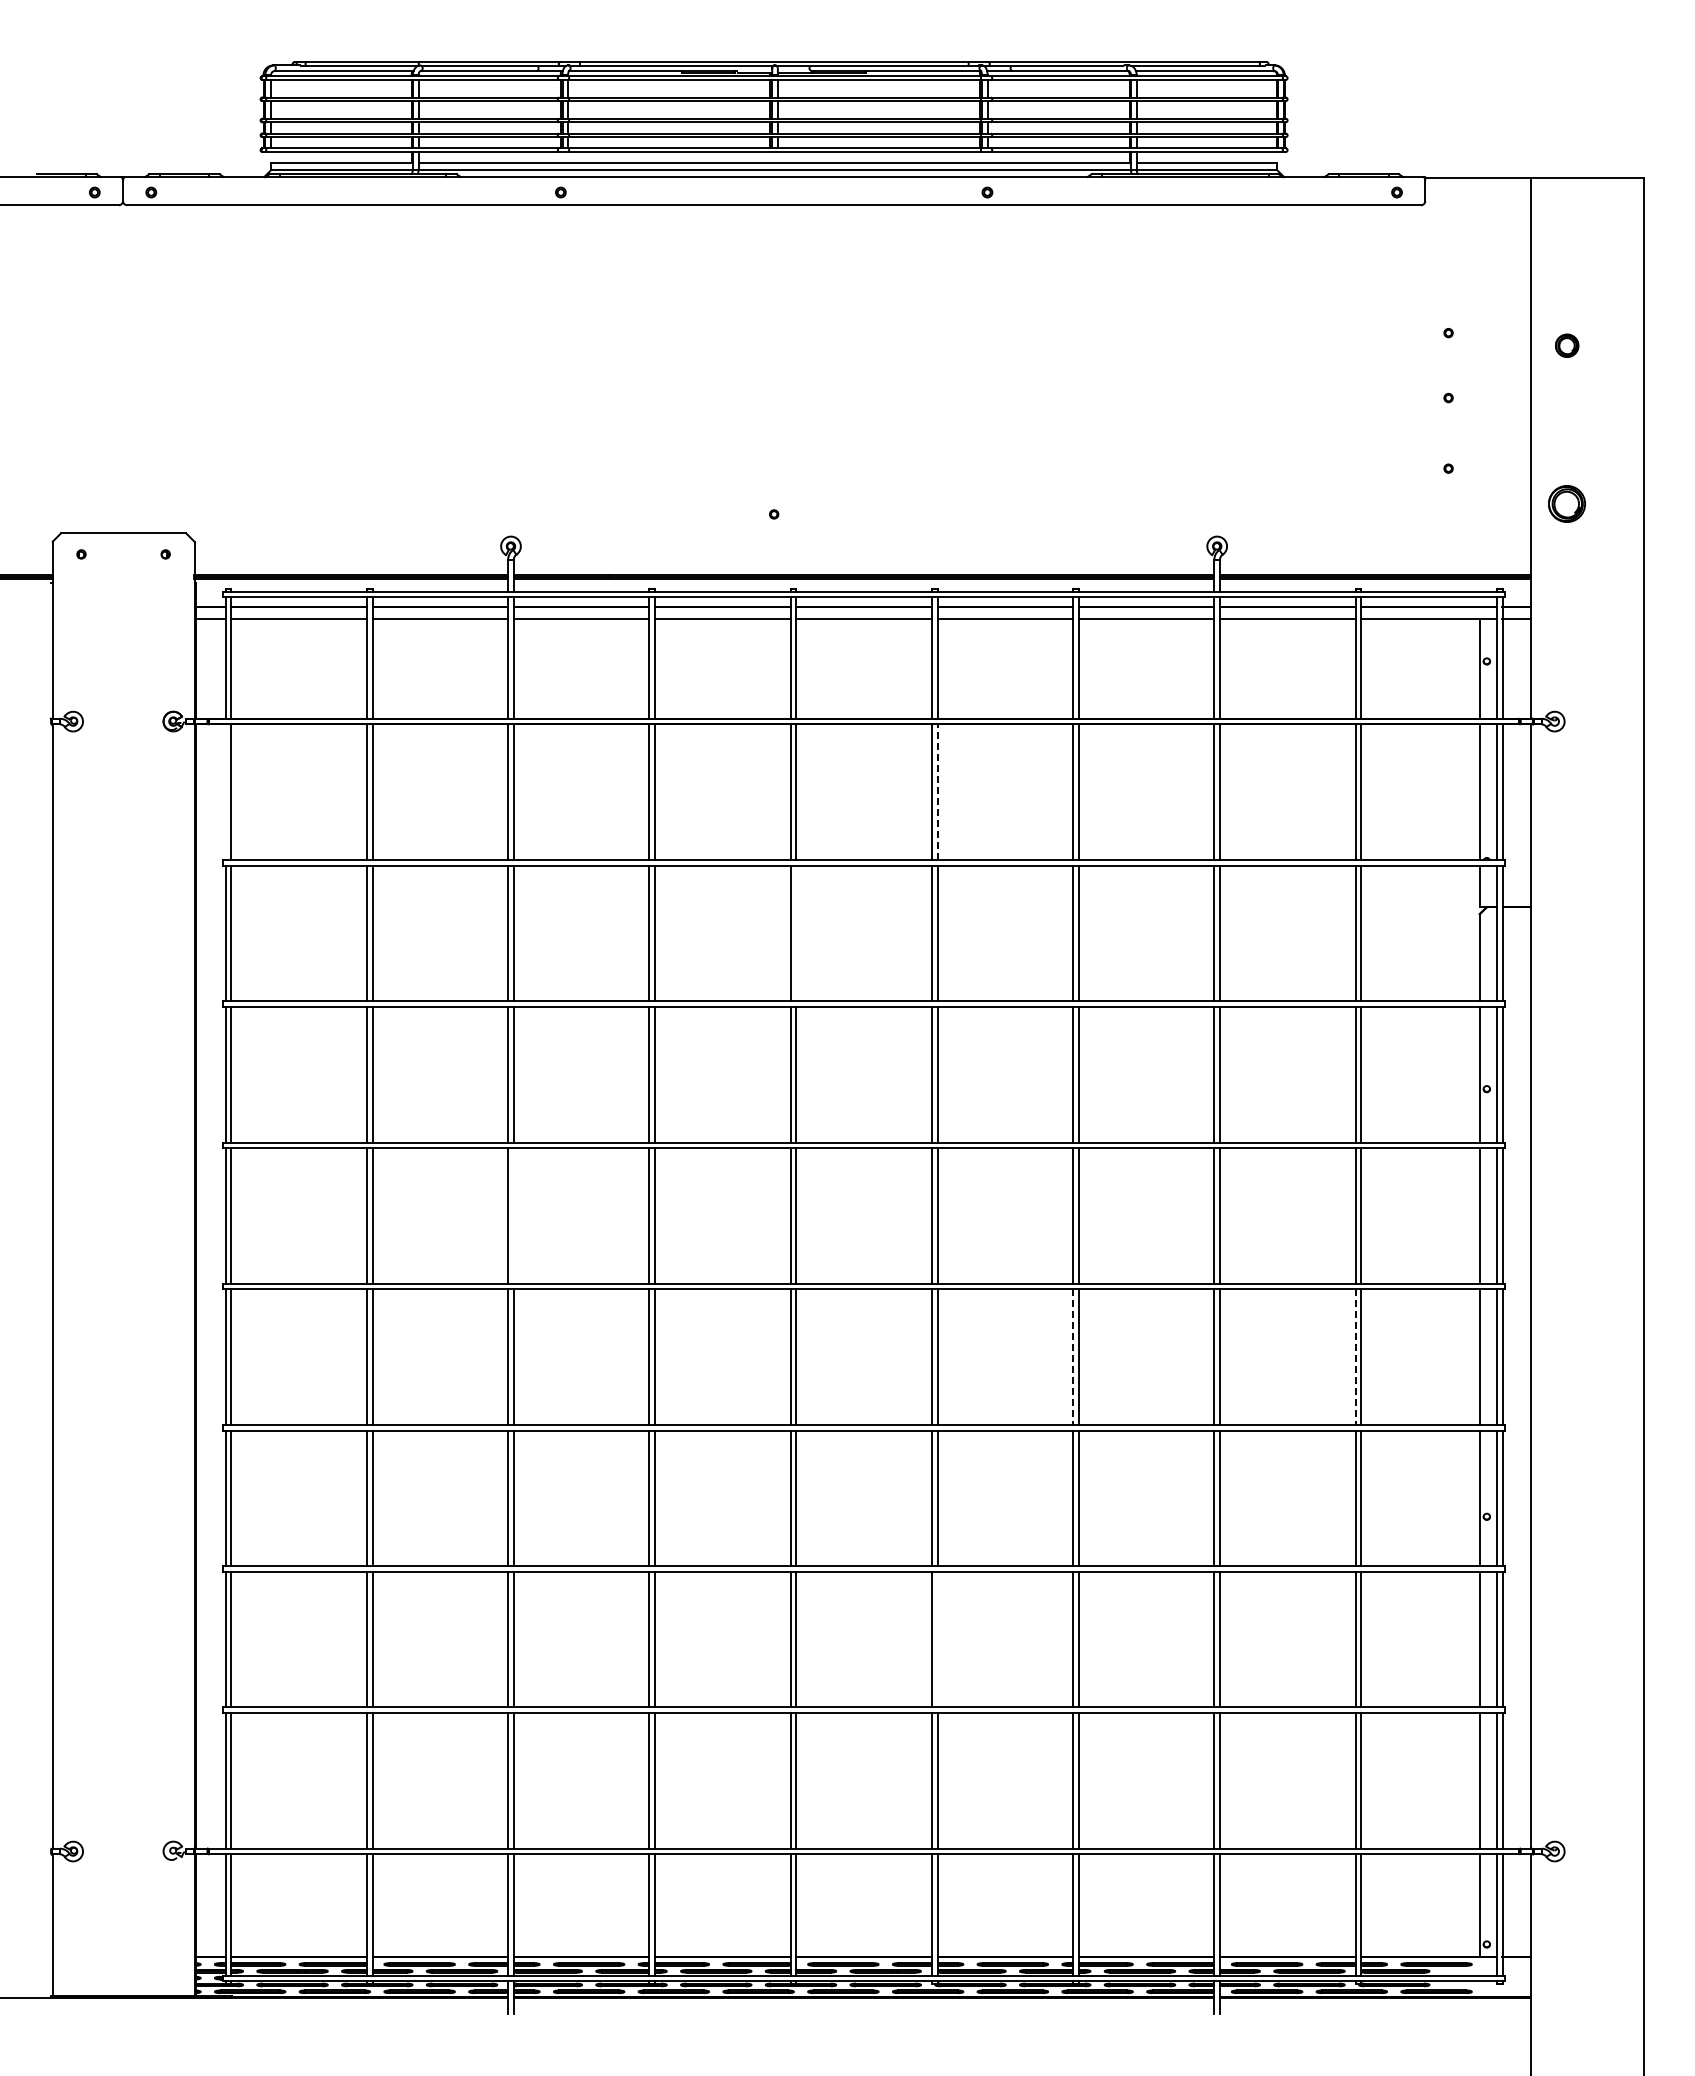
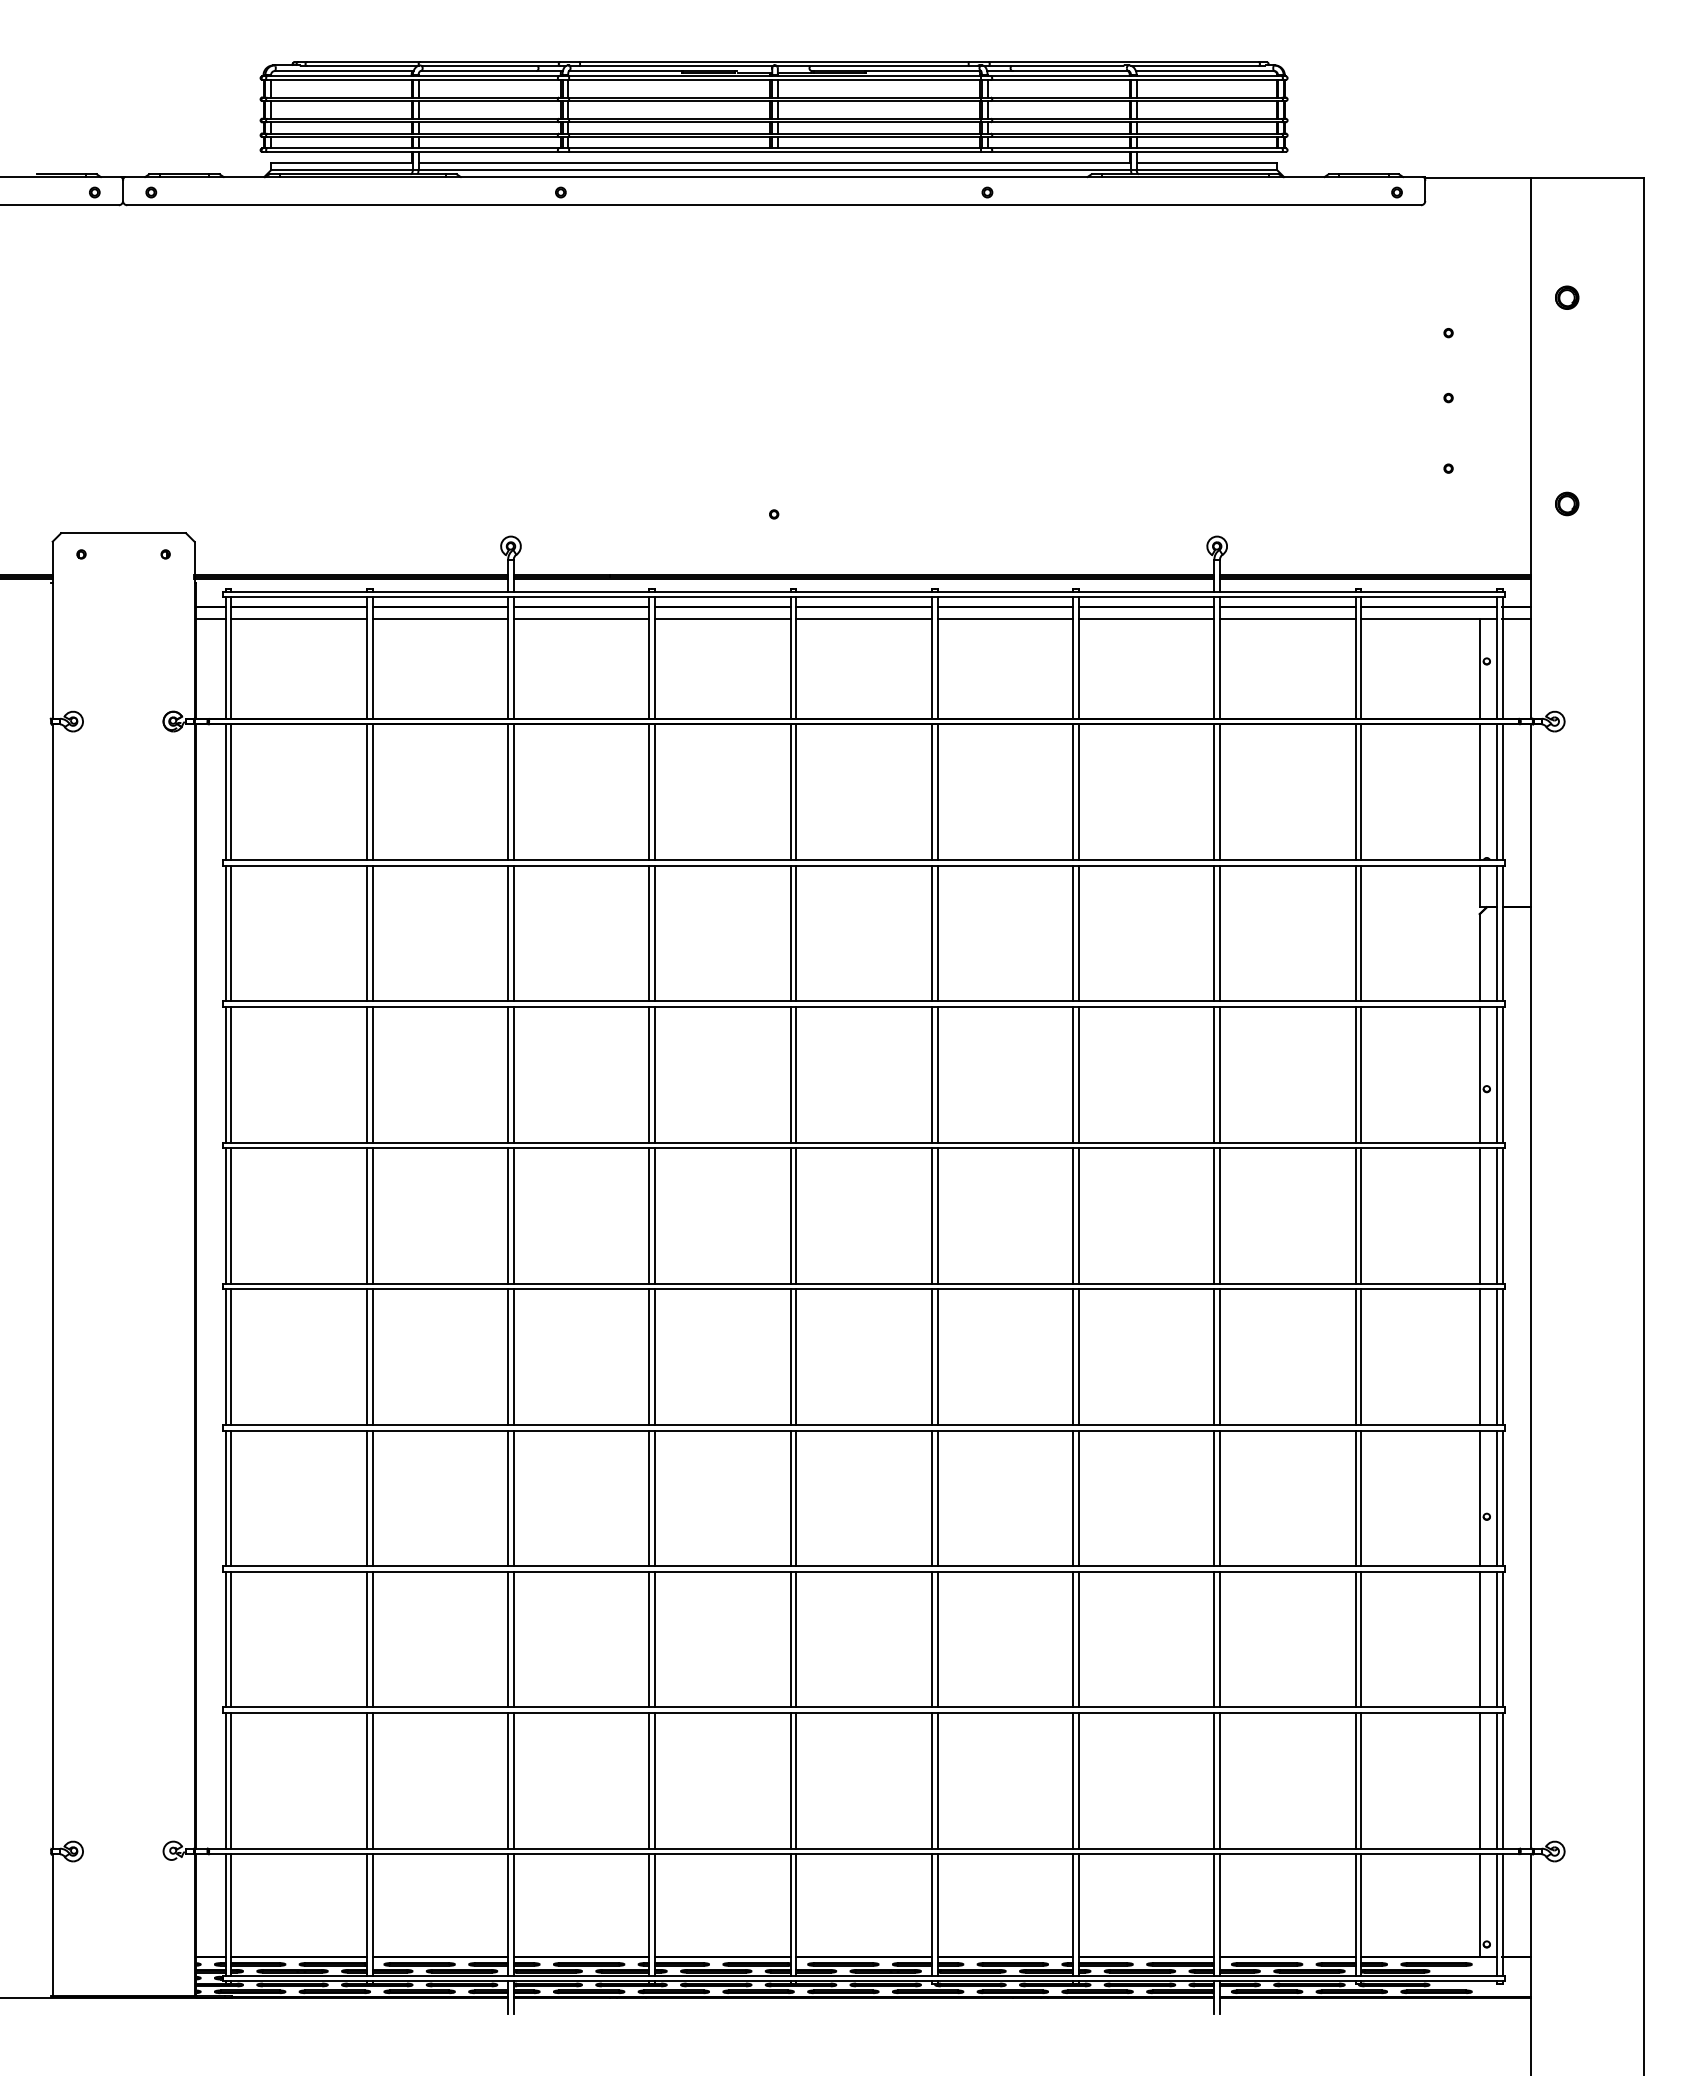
part at (1567, 345) position: (1567, 345) -> (1567, 297)
part at (1566, 503) size: 38x38 px -> 25x26 px
line at (225, 792): none -> present
line at (937, 792): dashed -> solid
line at (796, 933): none -> present
line at (513, 1215): none -> present
line at (1073, 1357): dashed -> solid
line at (1355, 1357): dashed -> solid
line at (937, 1639): none -> present
